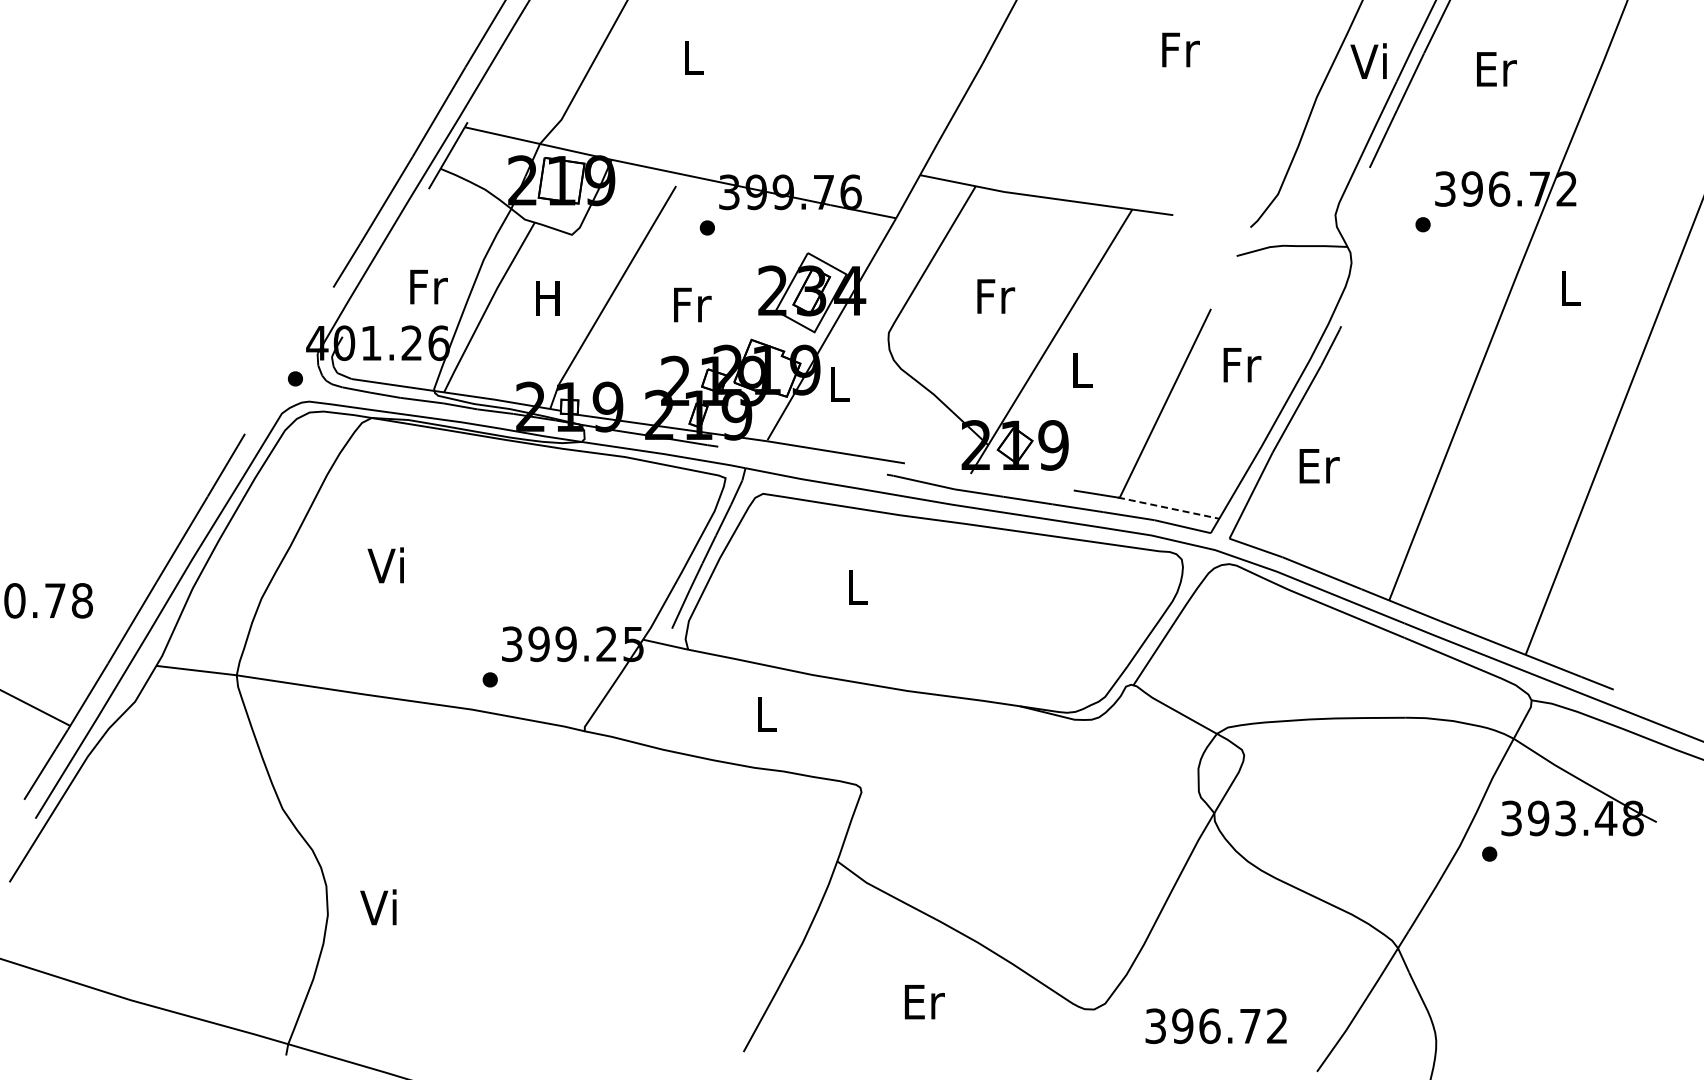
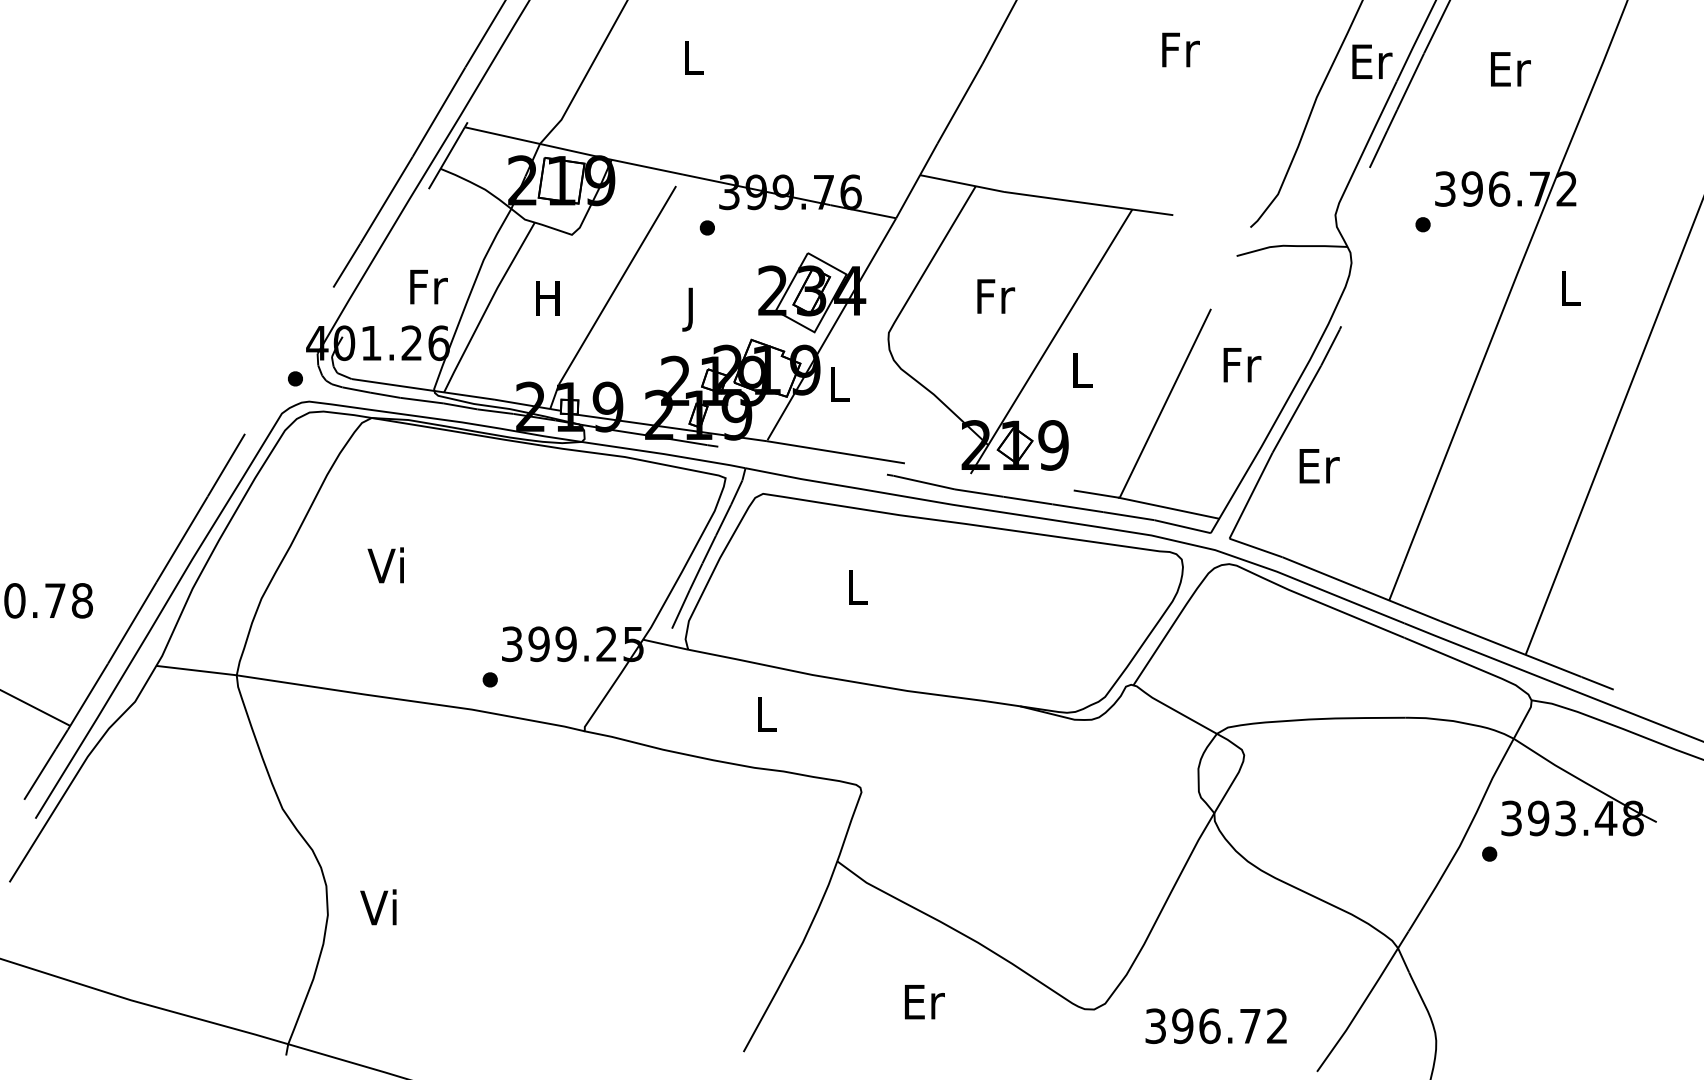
text at (1371, 60): Vi -> Er
text at (1496, 69) position: (1496, 69) -> (1510, 69)
text at (692, 309): Fr -> J
line at (1168, 508): dashed -> solid
